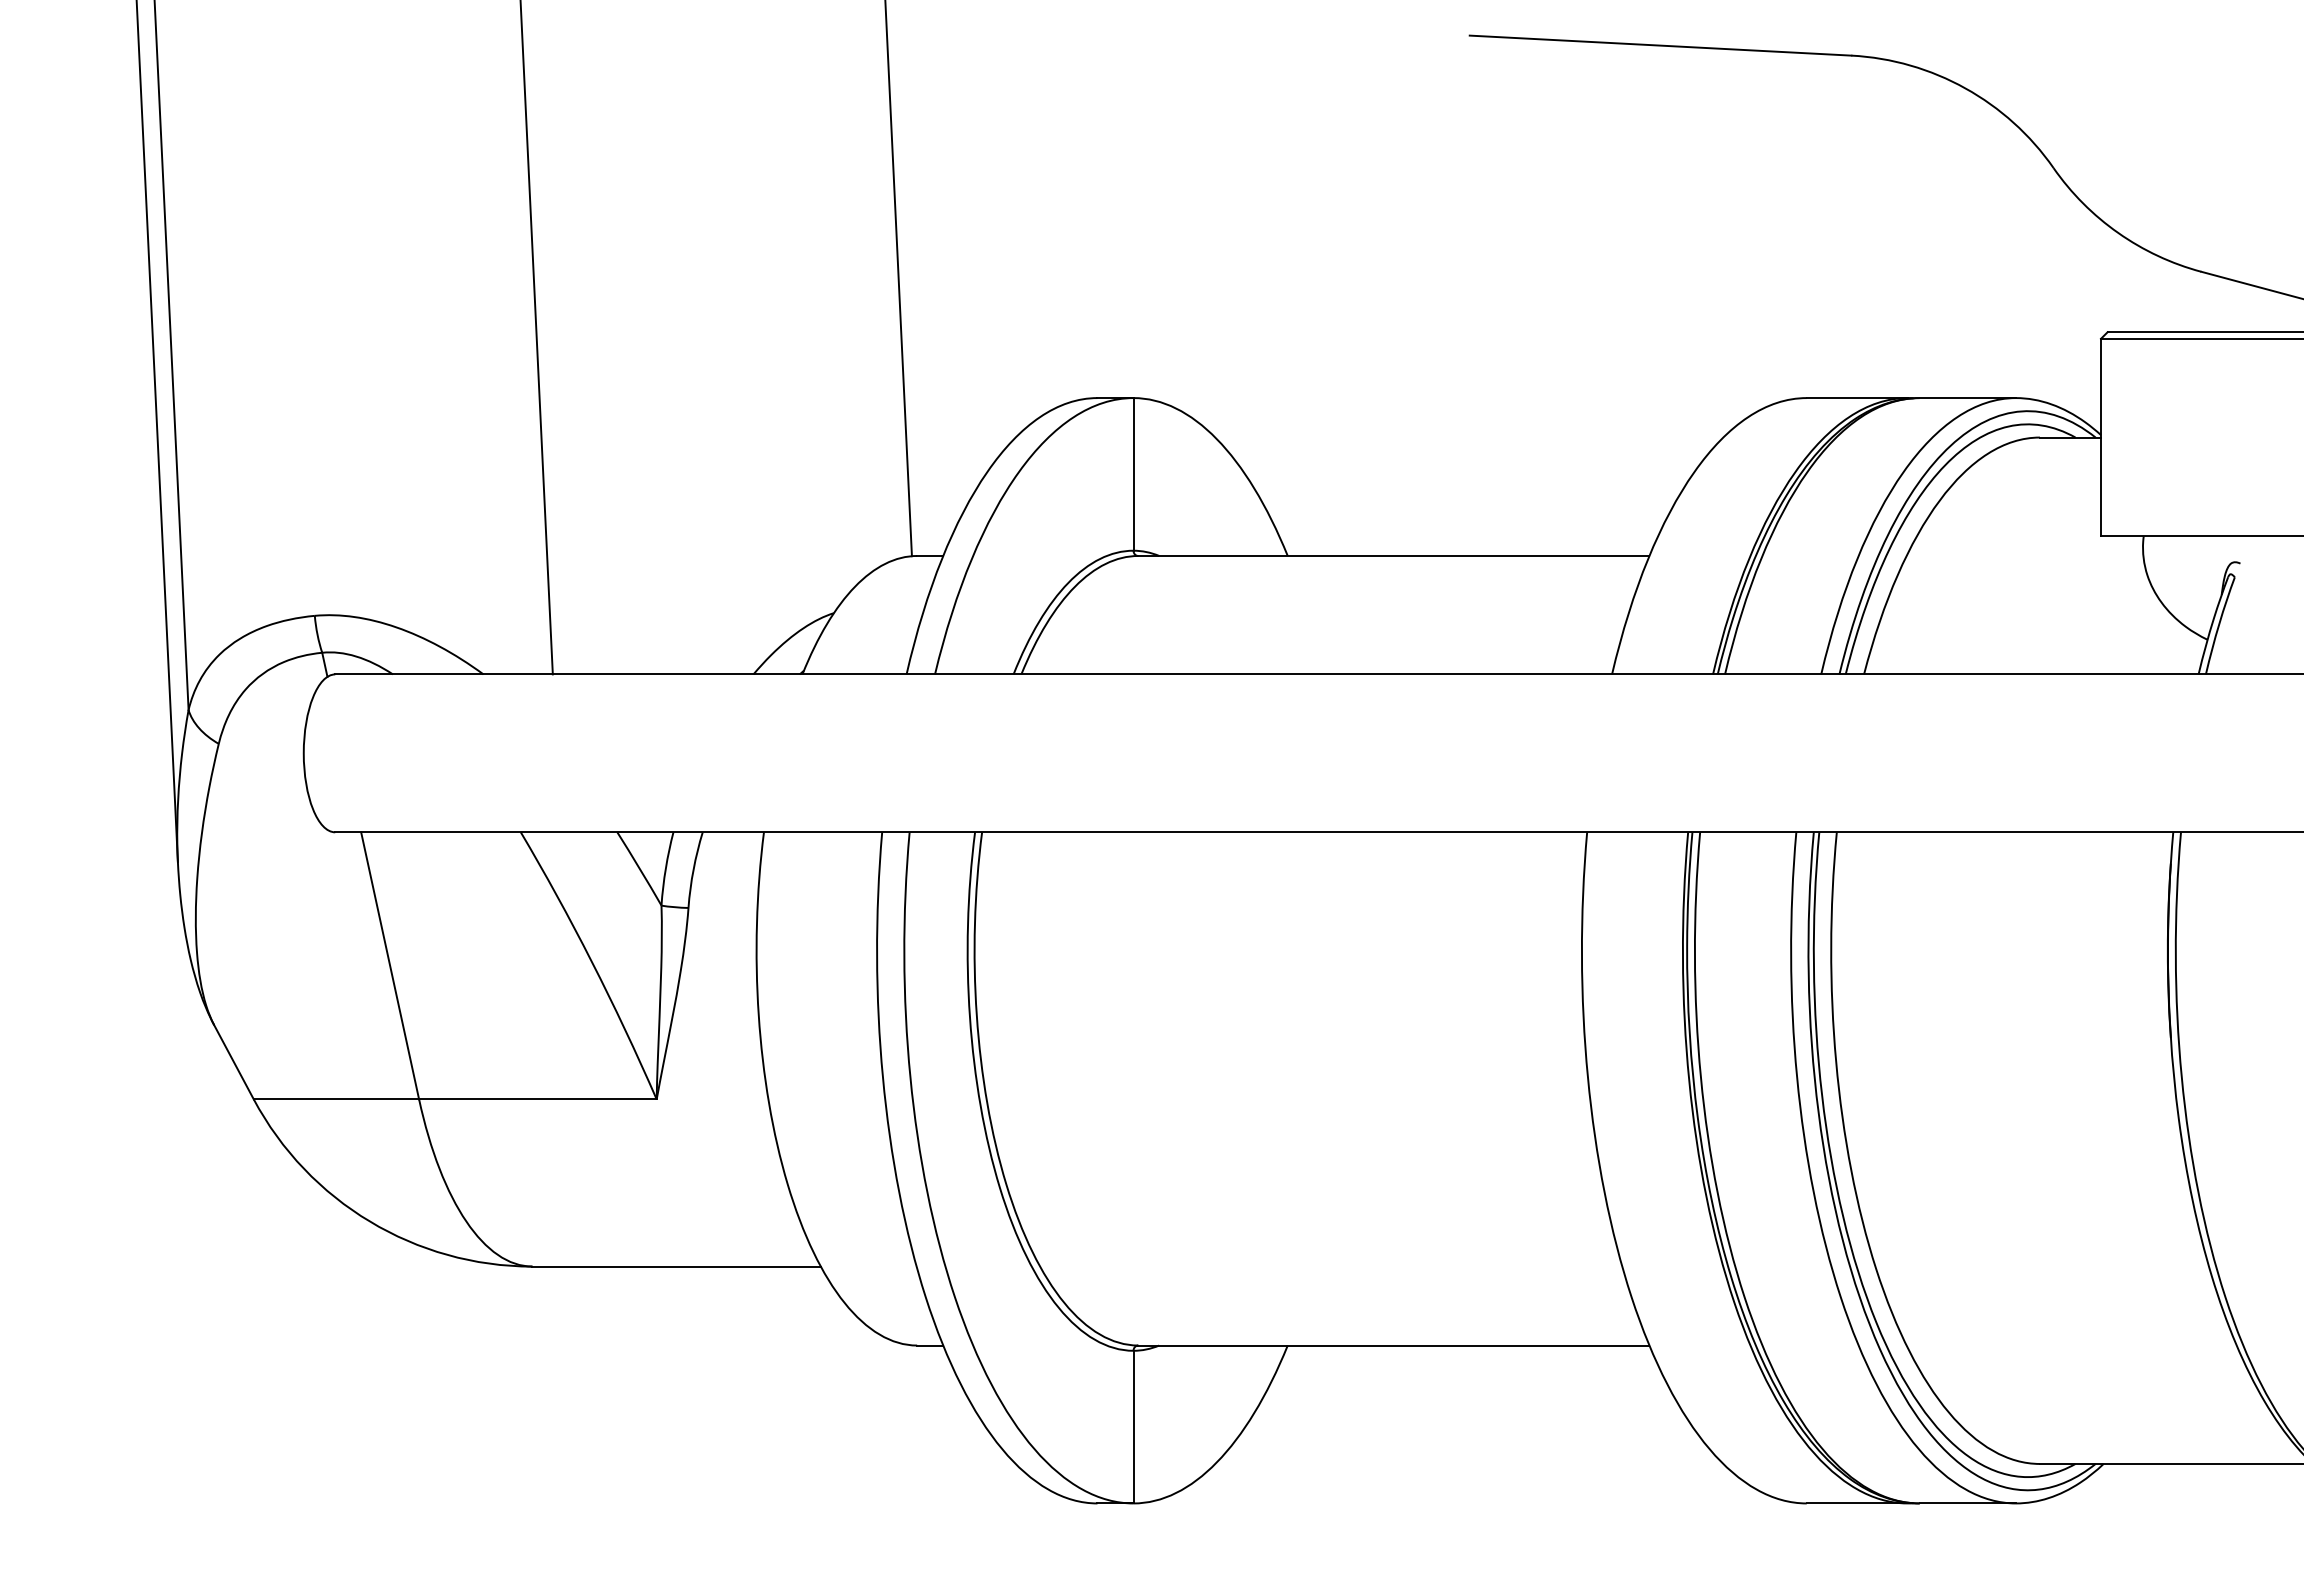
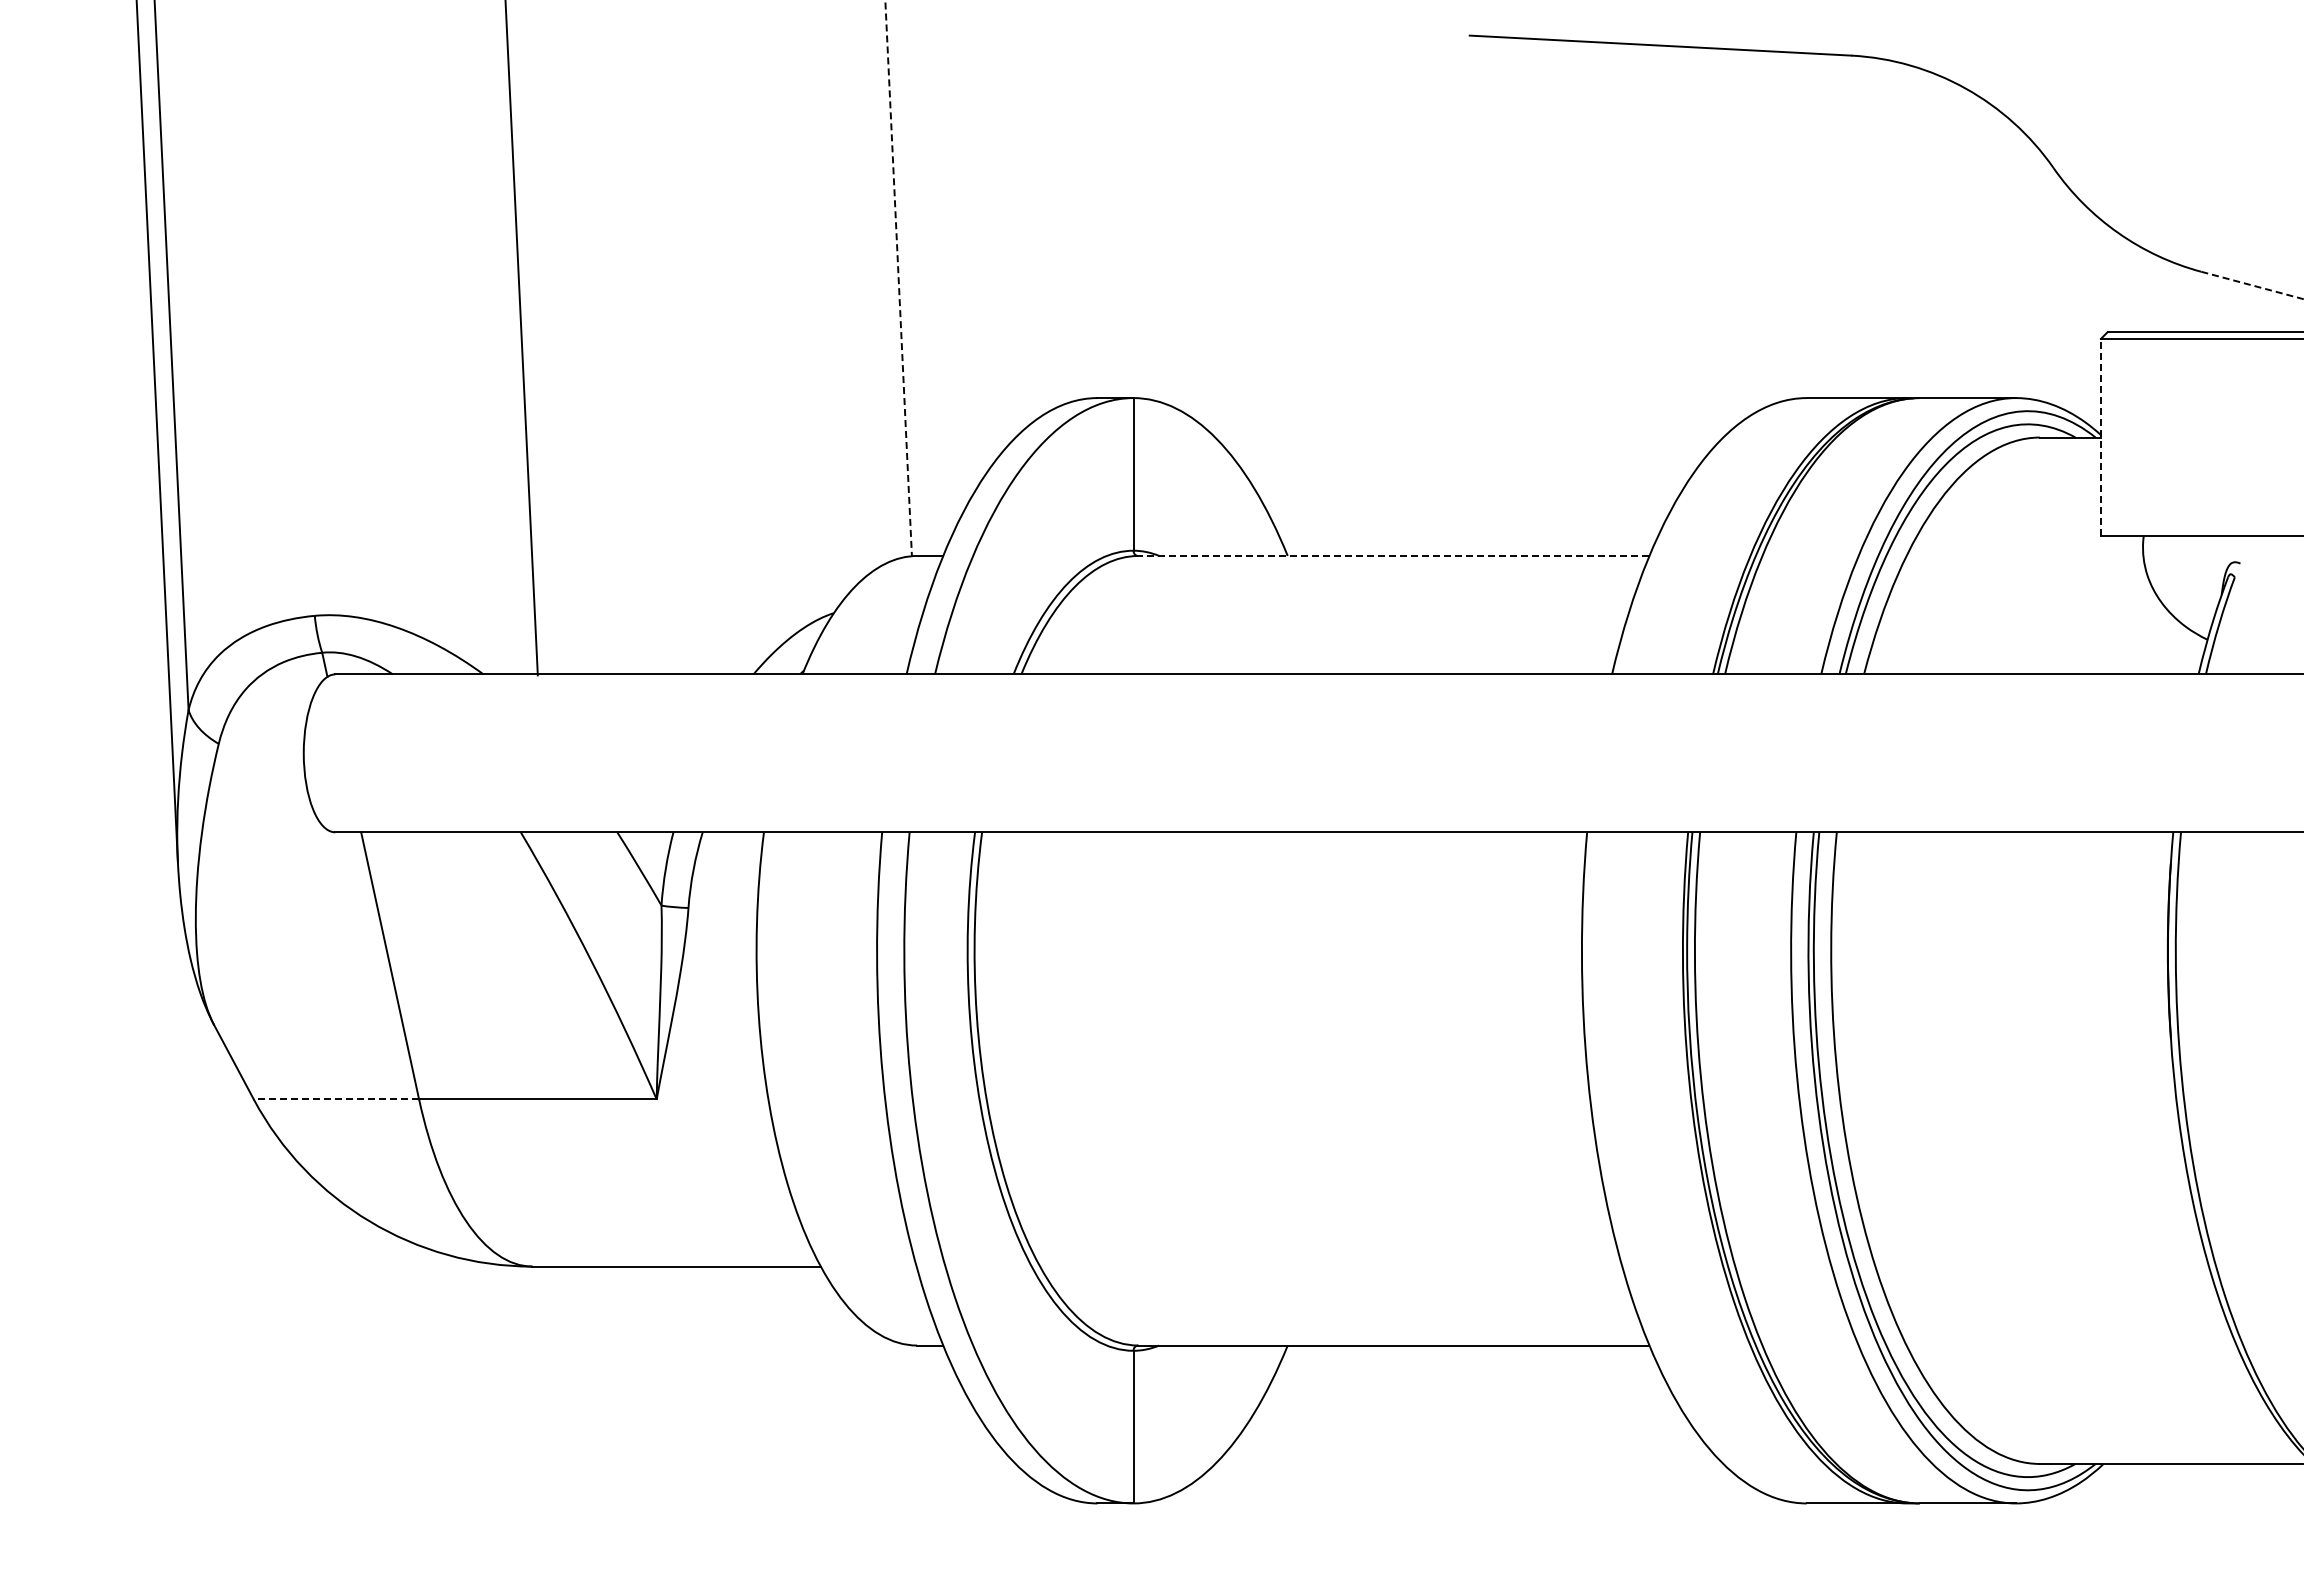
line at (898, 278): solid -> dashed
line at (2252, 285): solid -> dashed
line at (536, 338) position: (536, 338) -> (521, 338)
line at (2100, 437): solid -> dashed
line at (1393, 555): solid -> dashed
line at (336, 1099): solid -> dashed
